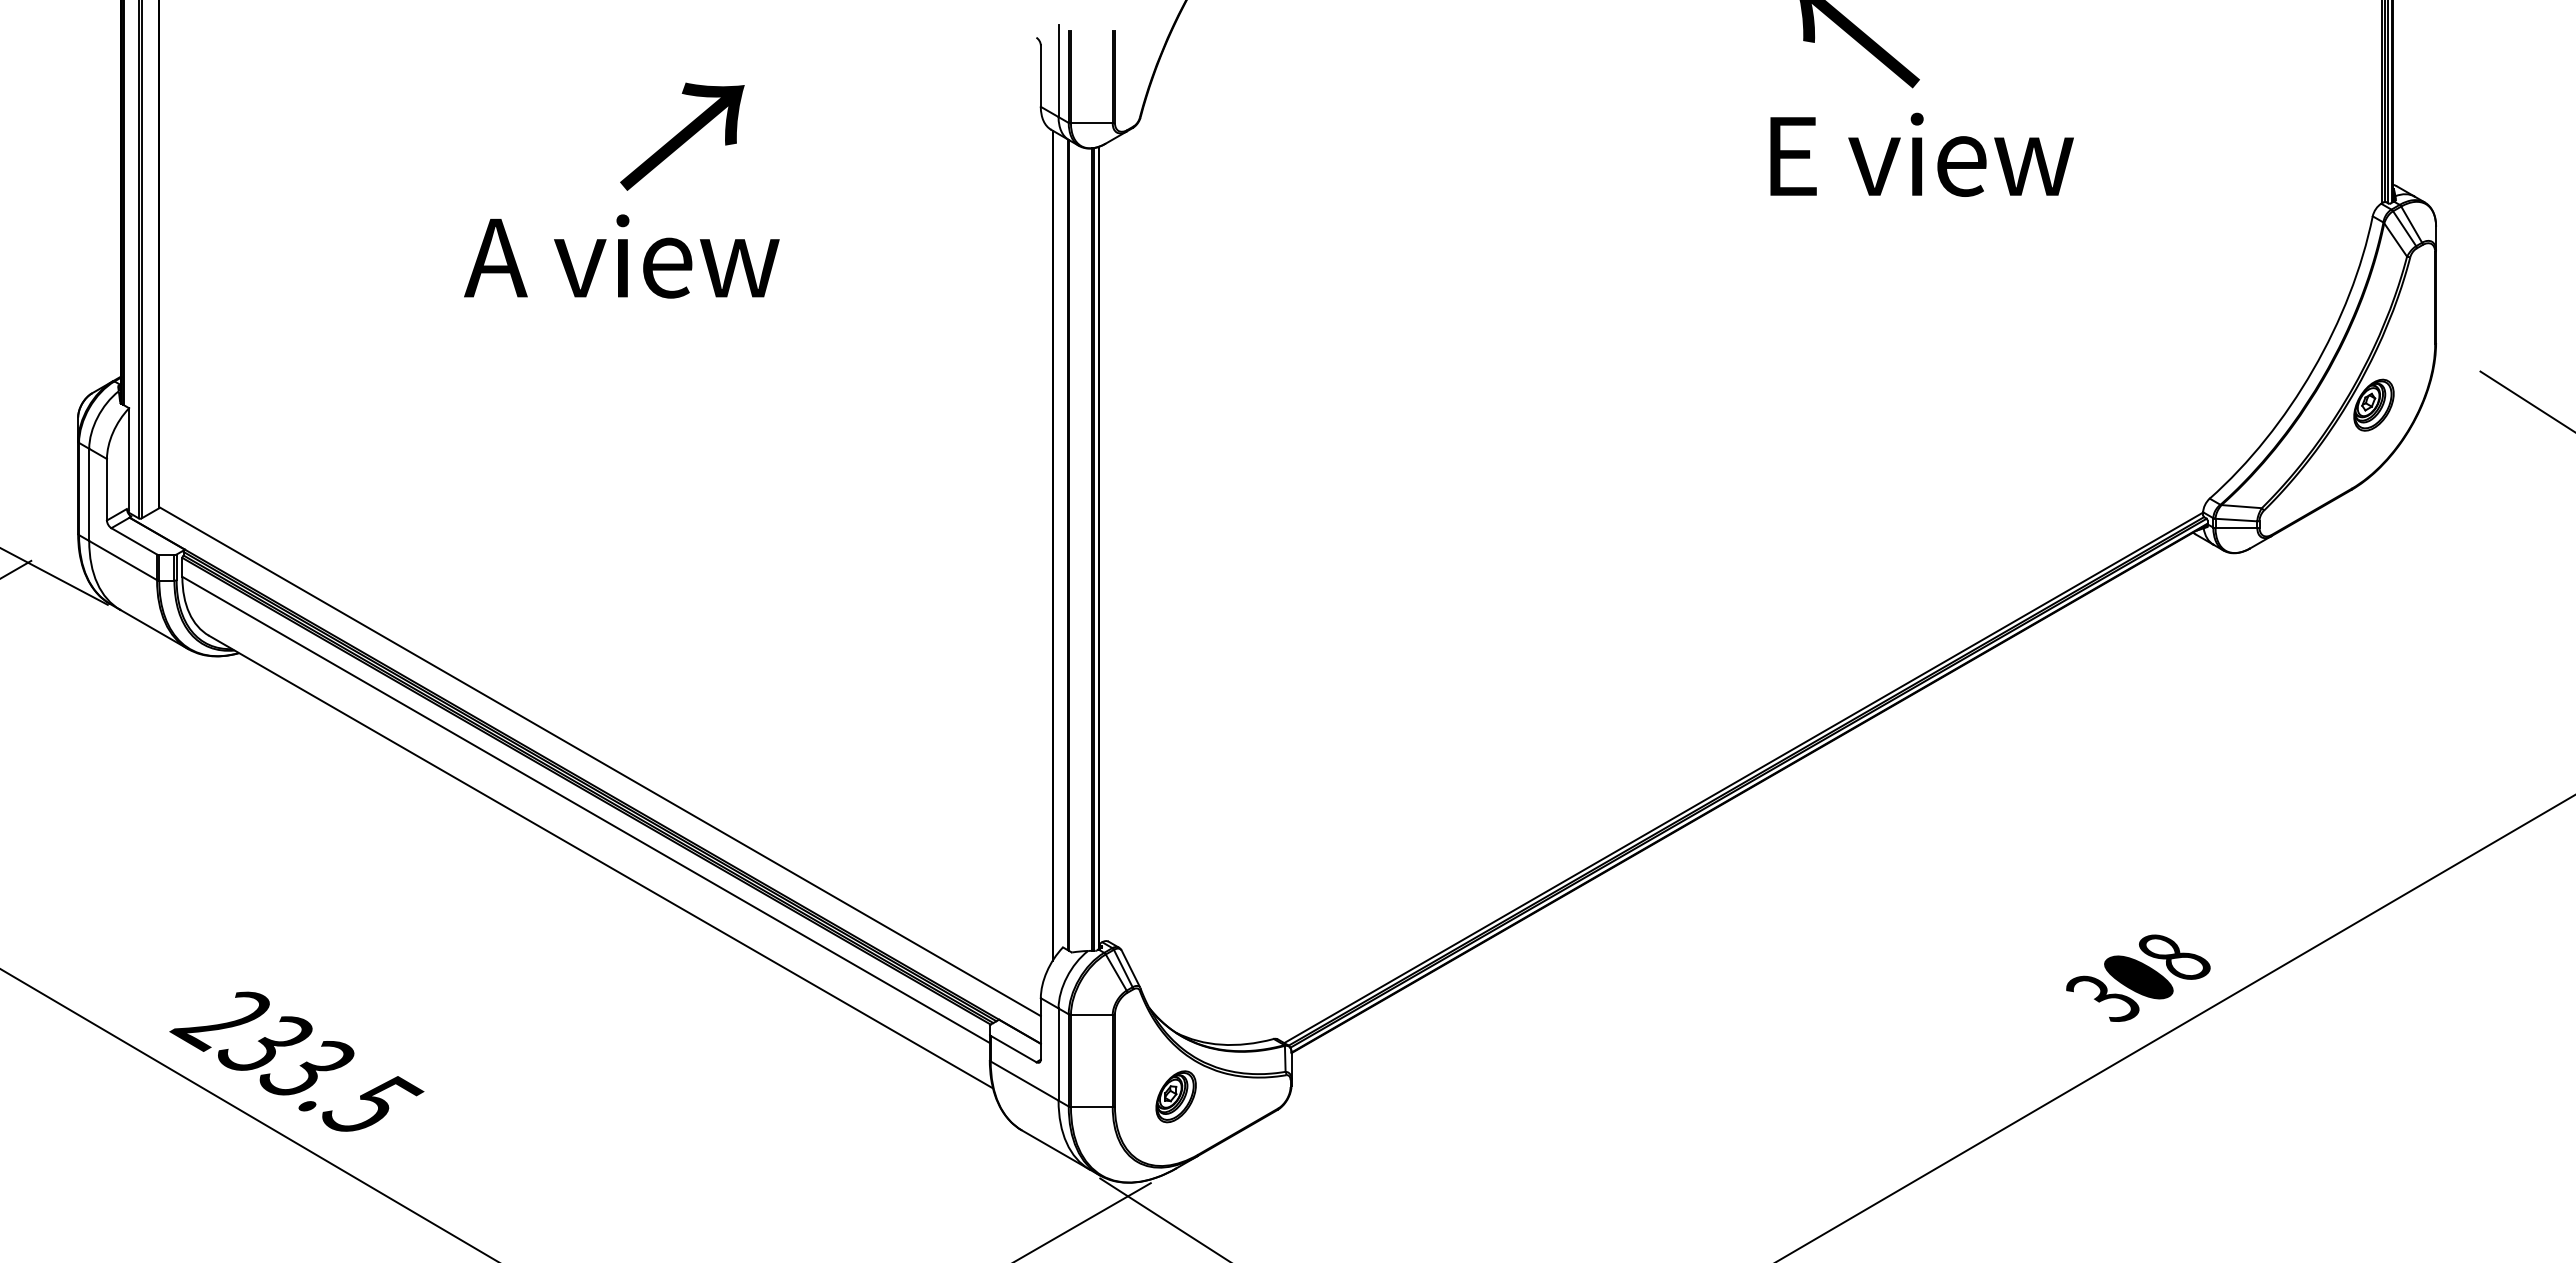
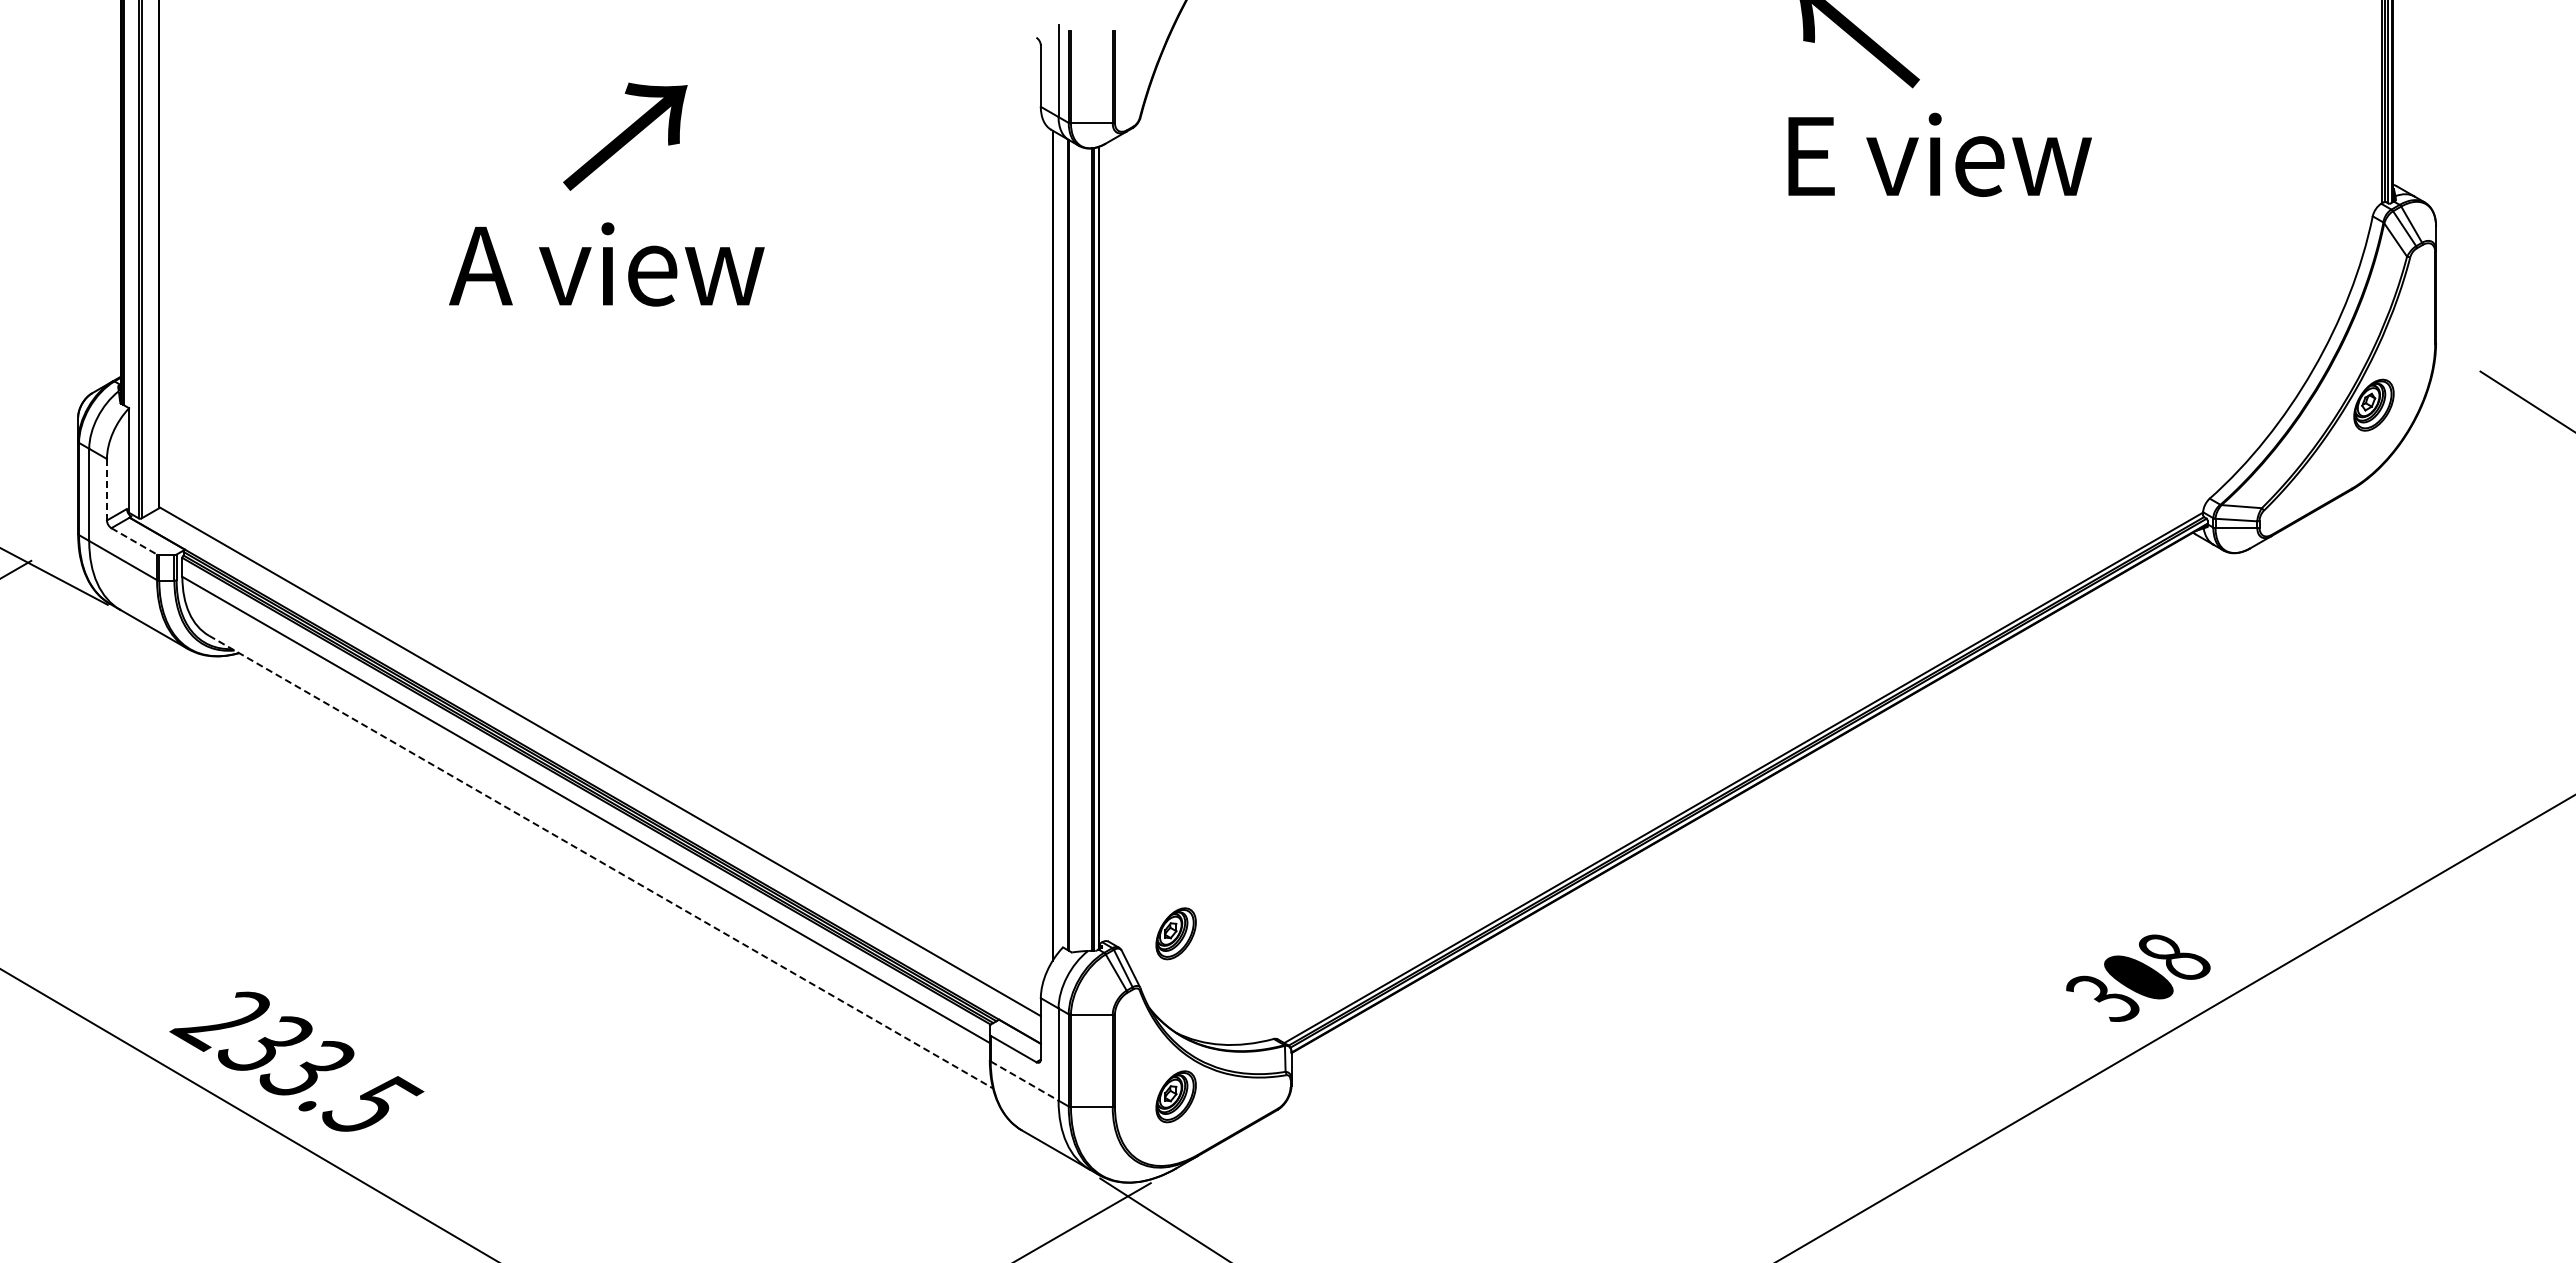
text at (682, 136) position: (682, 136) -> (625, 136)
text at (1921, 154) position: (1921, 154) -> (1939, 154)
text at (621, 256) position: (621, 256) -> (606, 264)
line at (106, 489): solid -> dashed
line at (134, 541): solid -> dashed
line at (601, 862): solid -> dashed
part at (1175, 933): none -> present
line at (1025, 1081): solid -> dashed
